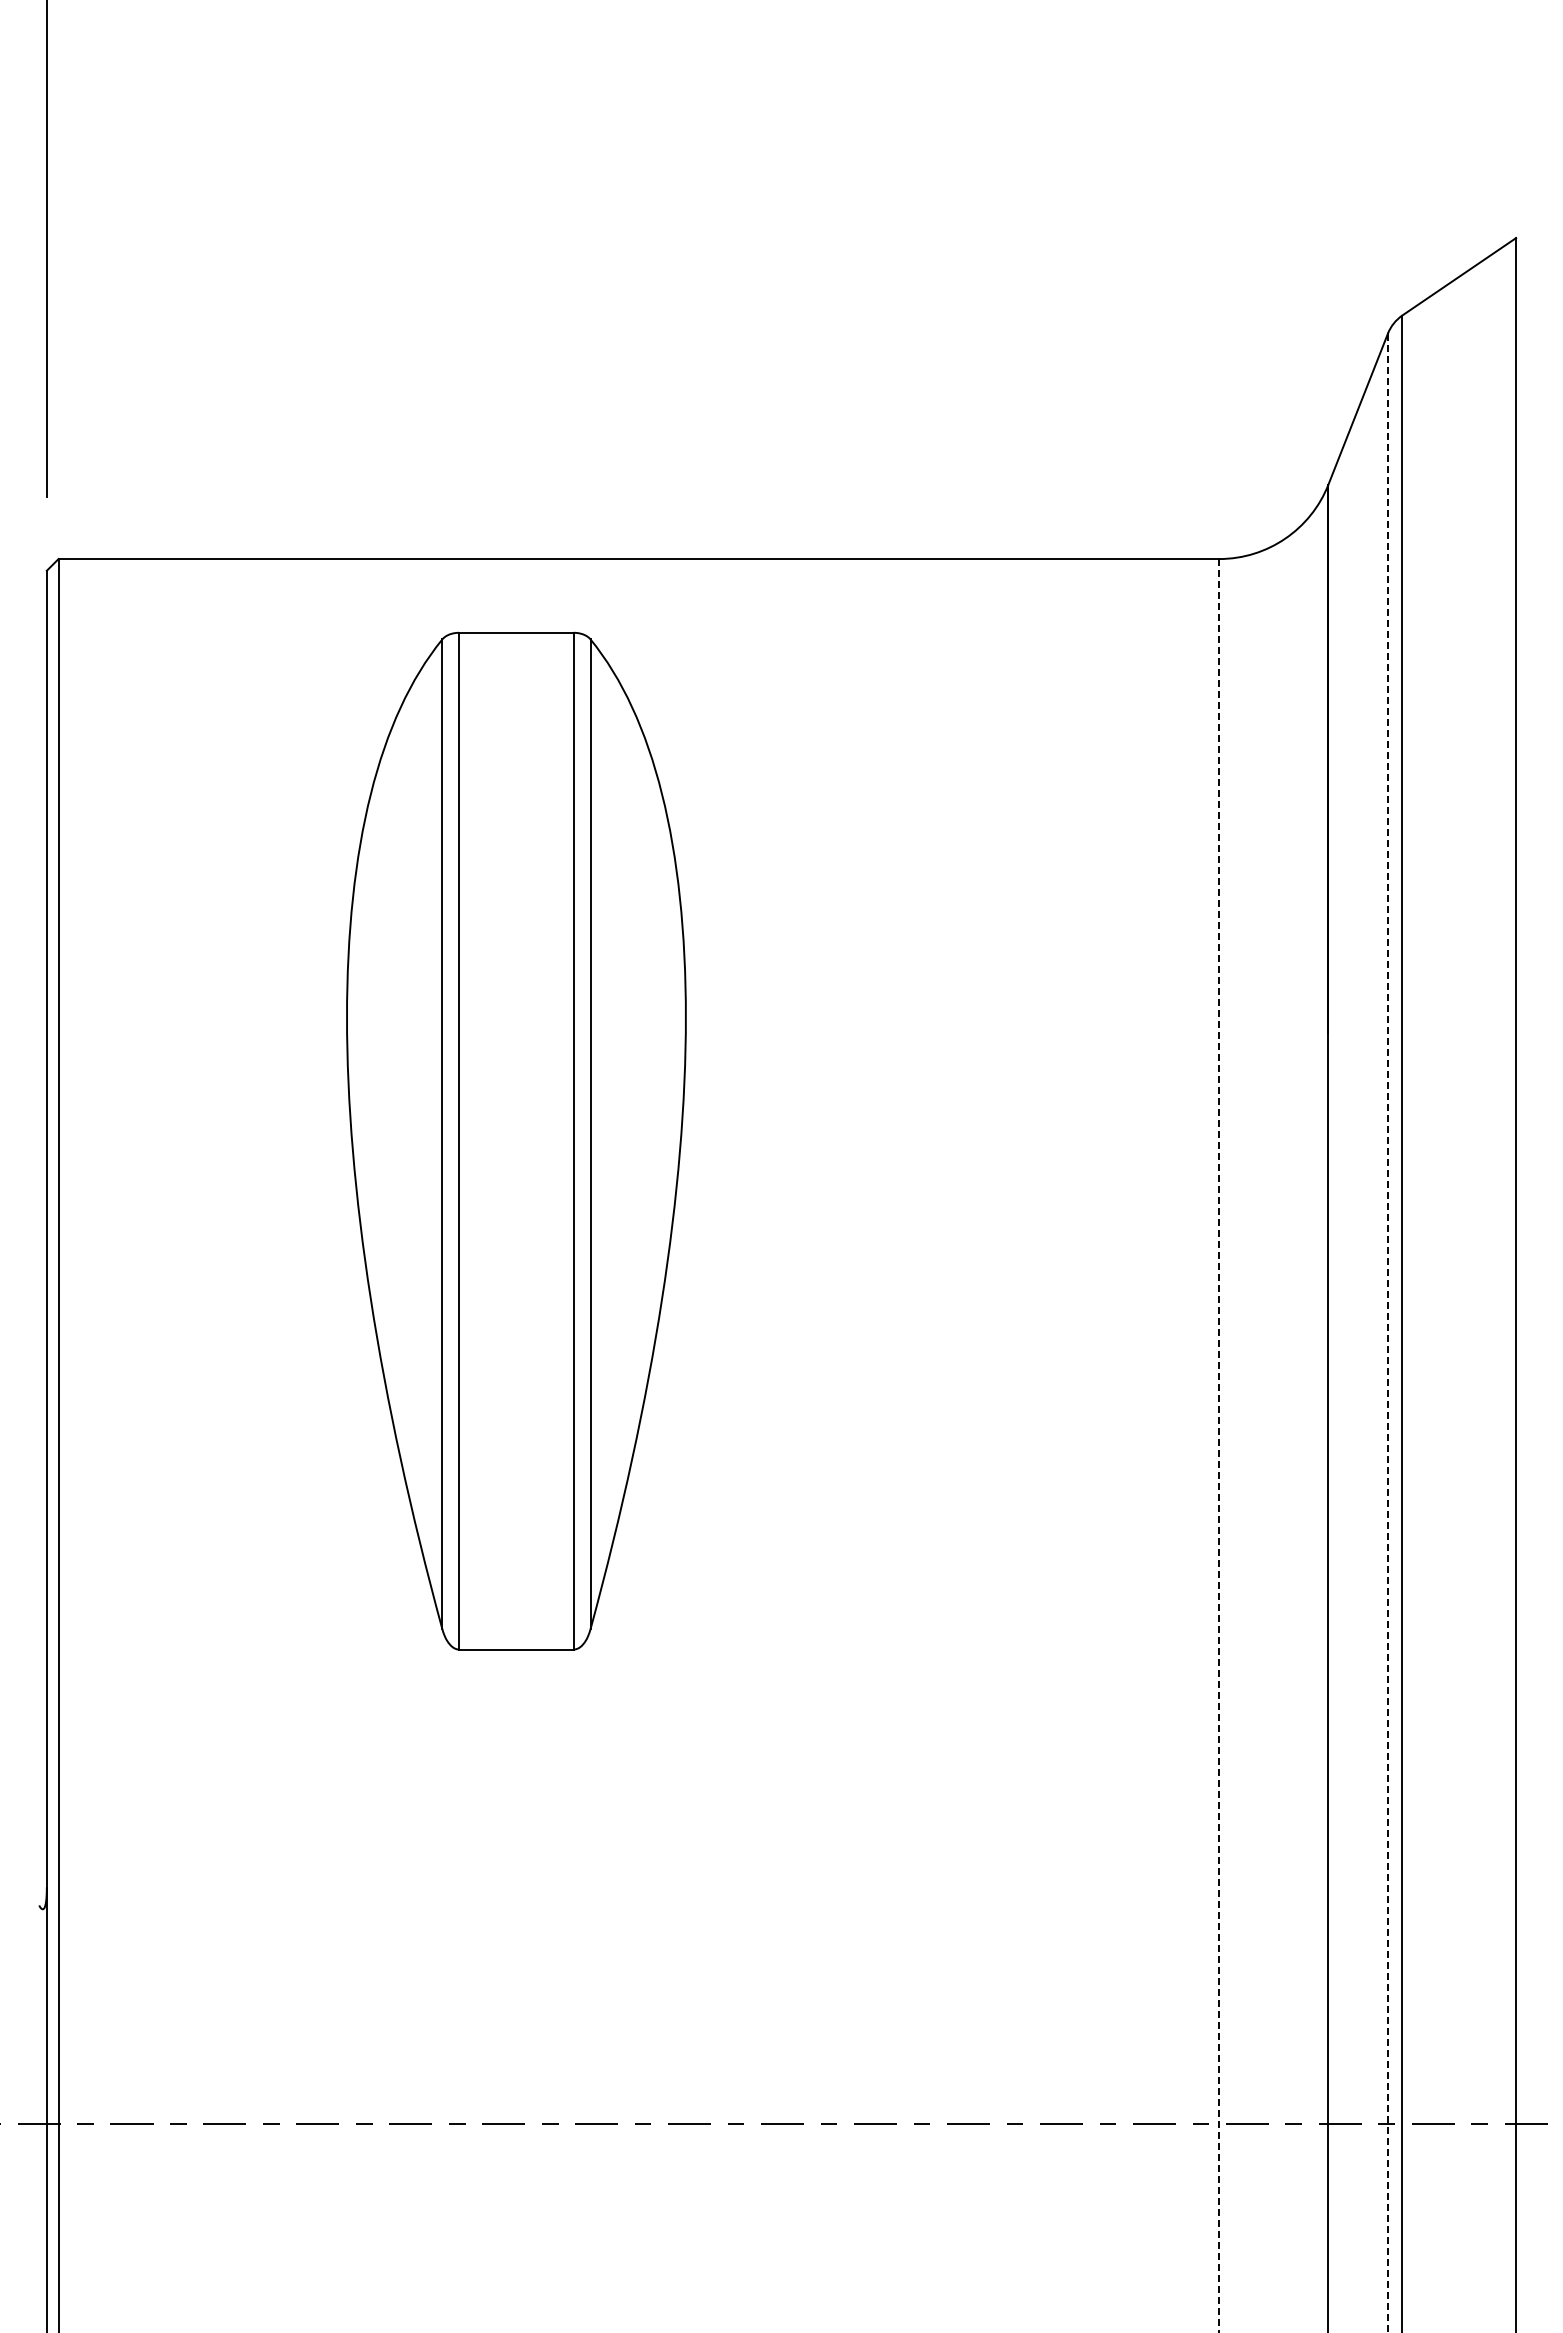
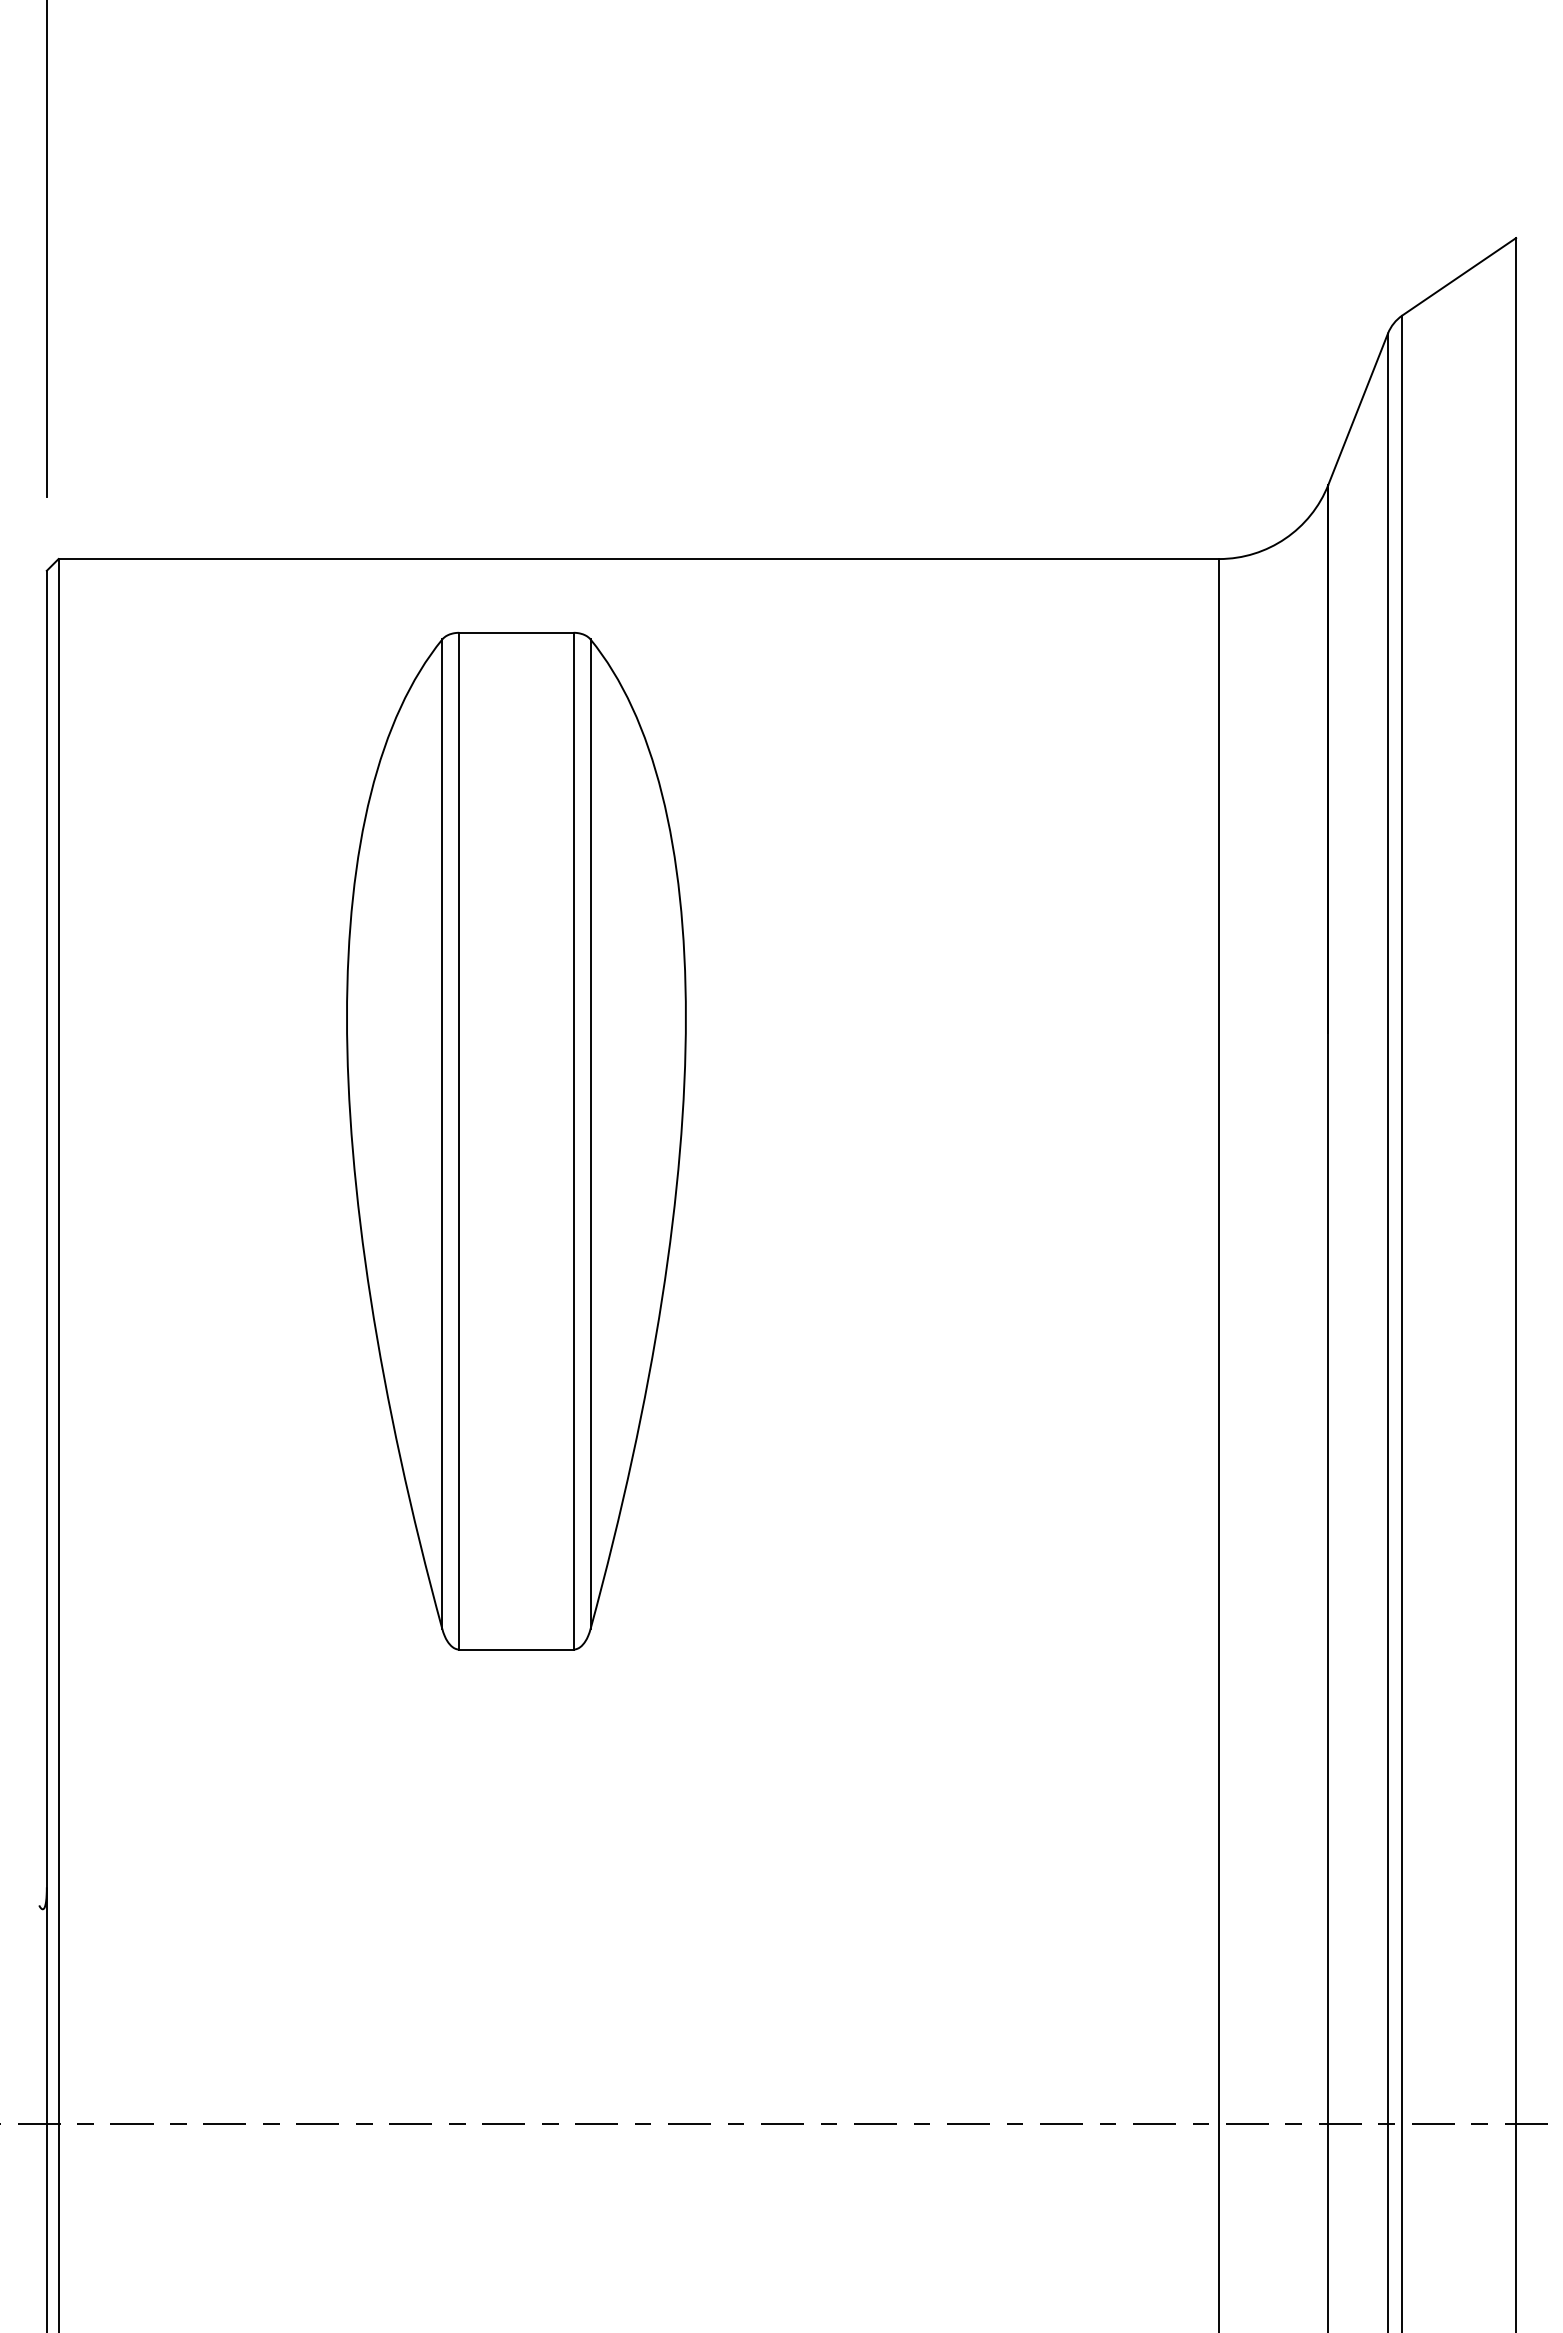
line at (1388, 1333): dashed -> solid
line at (1219, 1445): dashed -> solid
